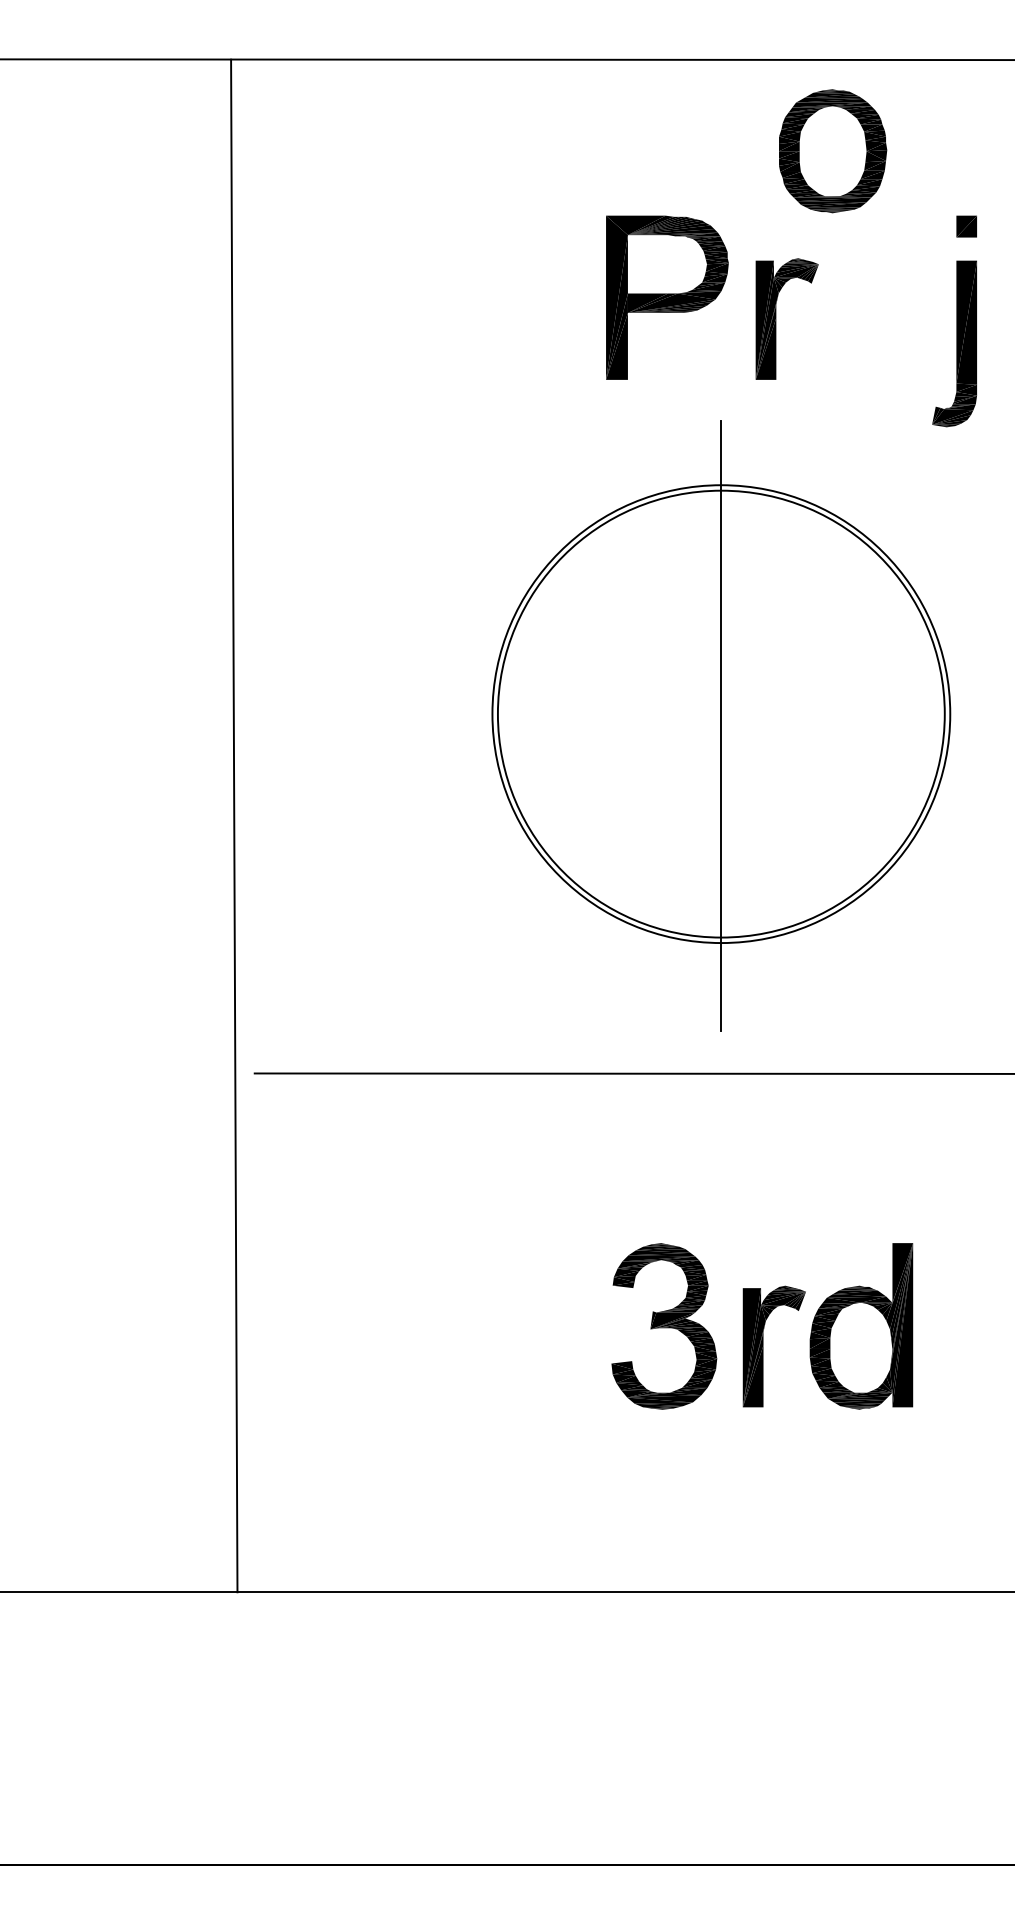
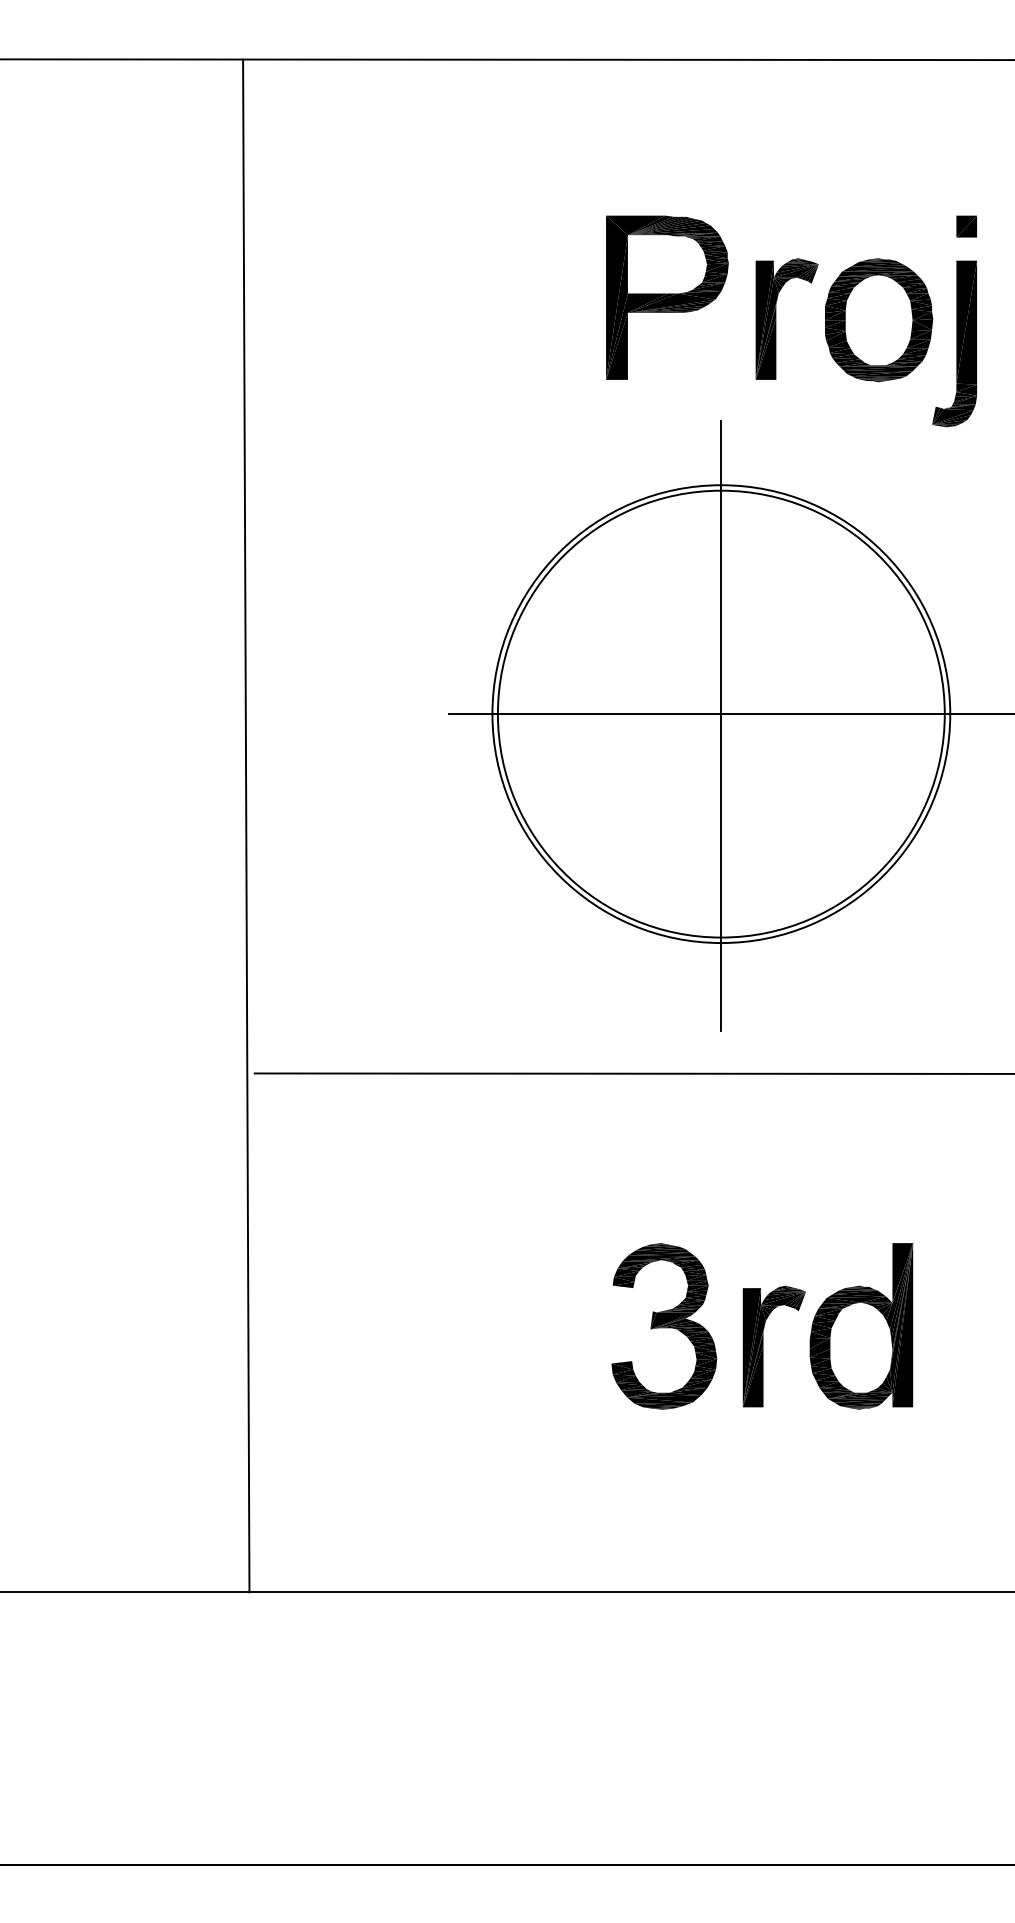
part at (833, 151) position: (833, 151) -> (879, 320)
line at (730, 714): none -> present
line at (234, 825) position: (234, 825) -> (246, 825)
